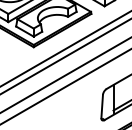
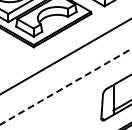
line at (65, 48): present -> none
line at (65, 75): present -> none
line at (66, 86): solid -> dashed
